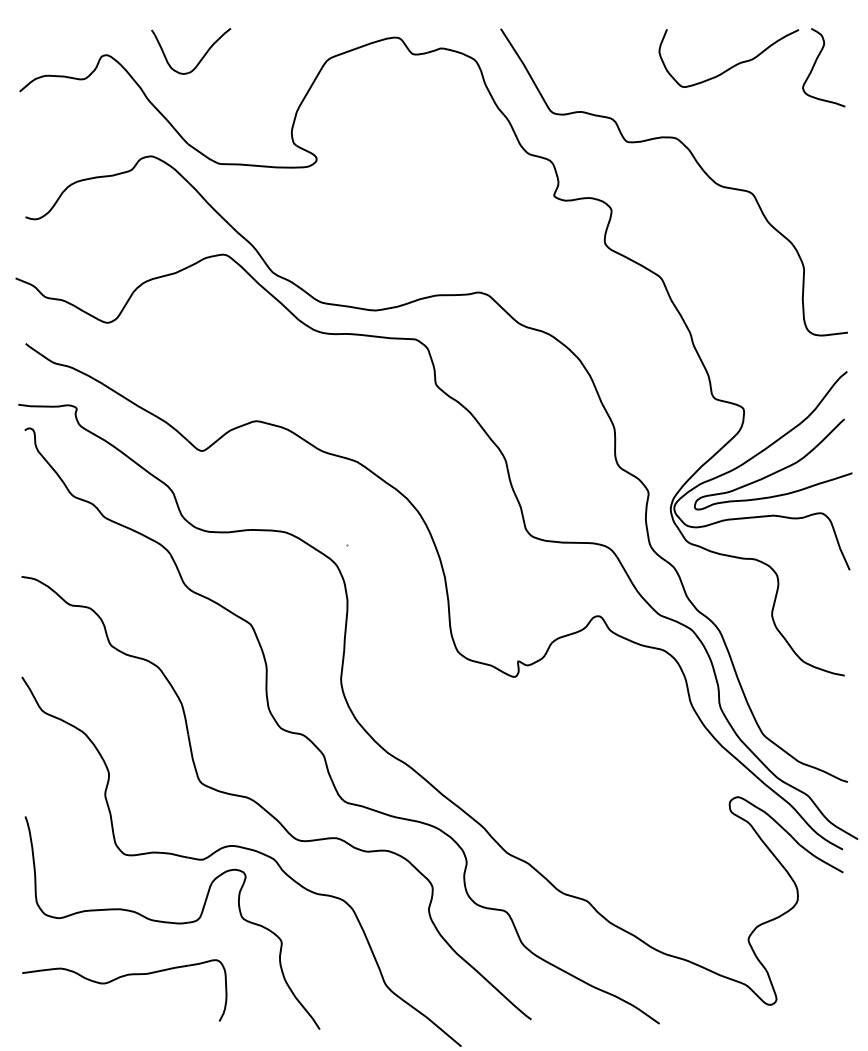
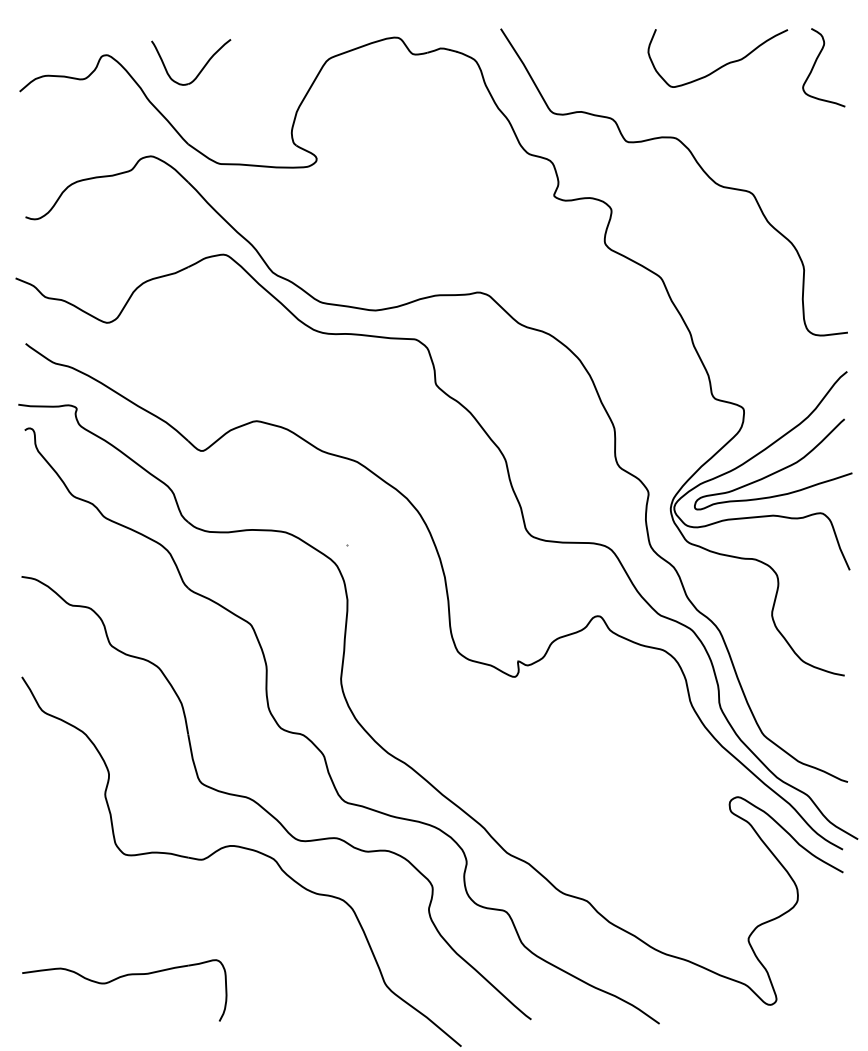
part at (200, 59) position: (200, 59) -> (200, 70)
curve at (734, 64) position: (734, 64) -> (723, 64)
part at (172, 922): present -> none
